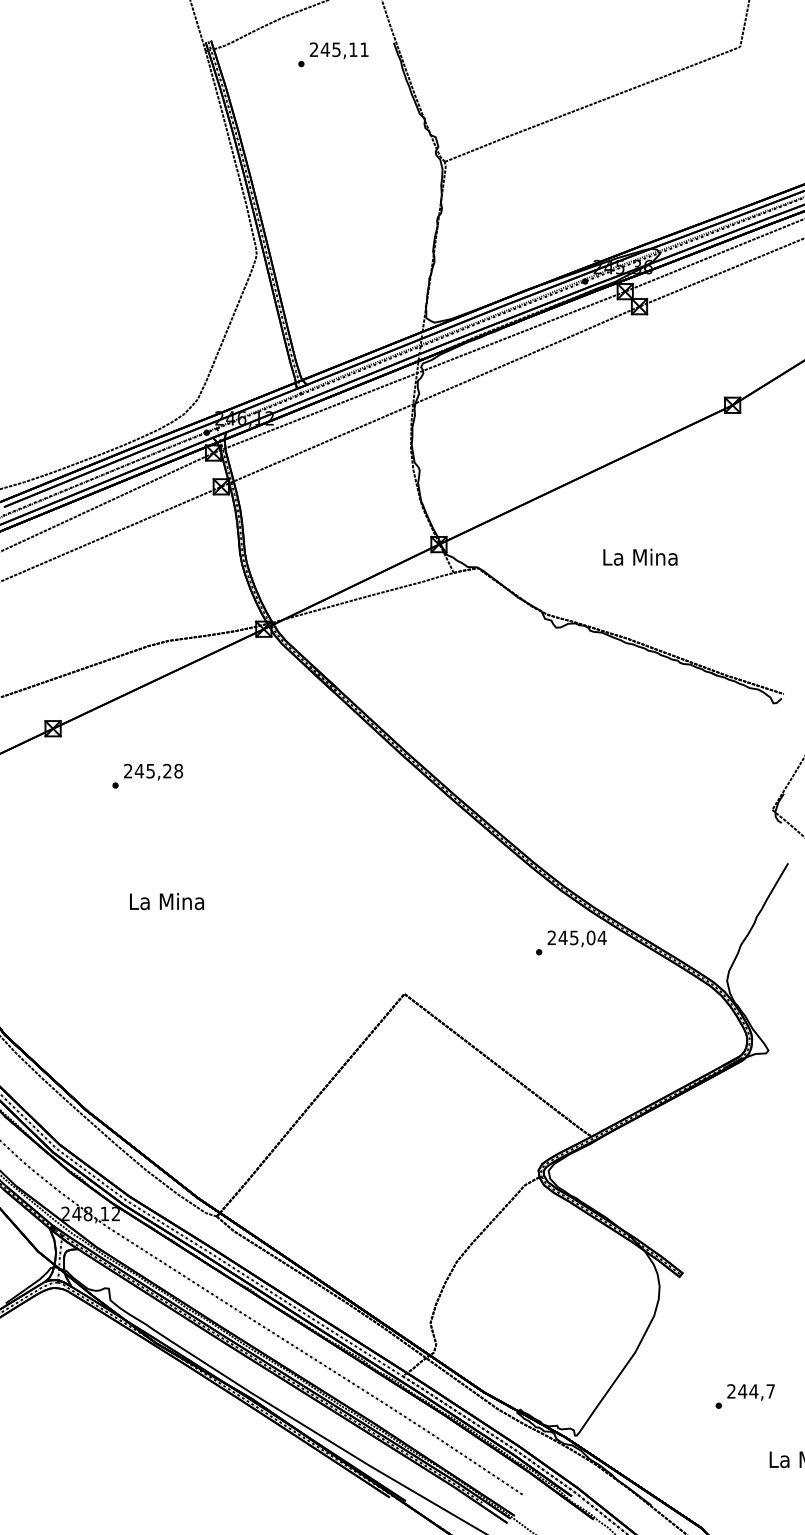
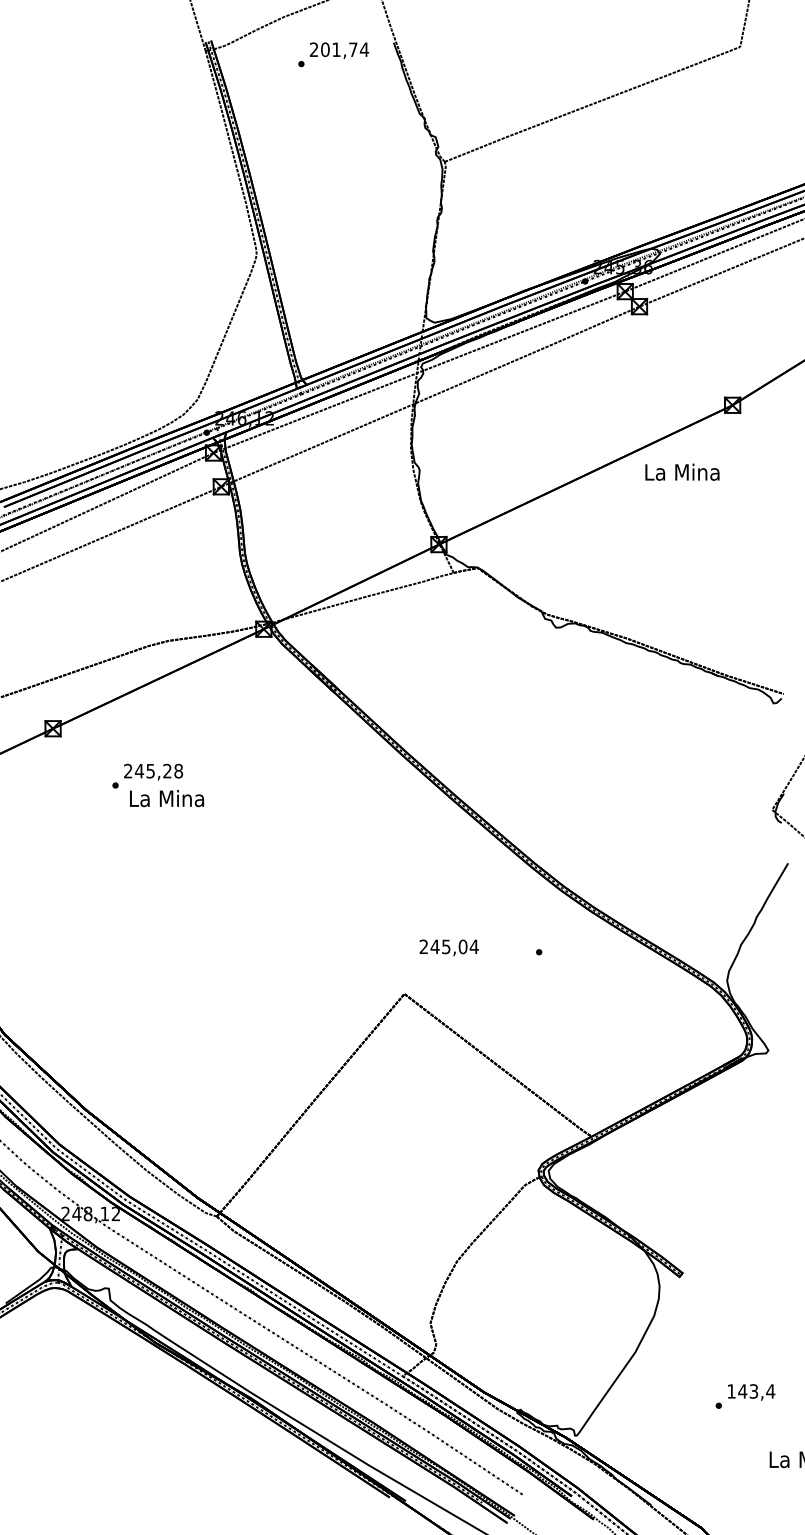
text at (344, 49): 245,11 -> 201,74
text at (640, 556) position: (640, 556) -> (682, 471)
text at (166, 901) position: (166, 901) -> (166, 798)
text at (576, 938) position: (576, 938) -> (448, 947)
text at (751, 1391): 244,7 -> 143,4
